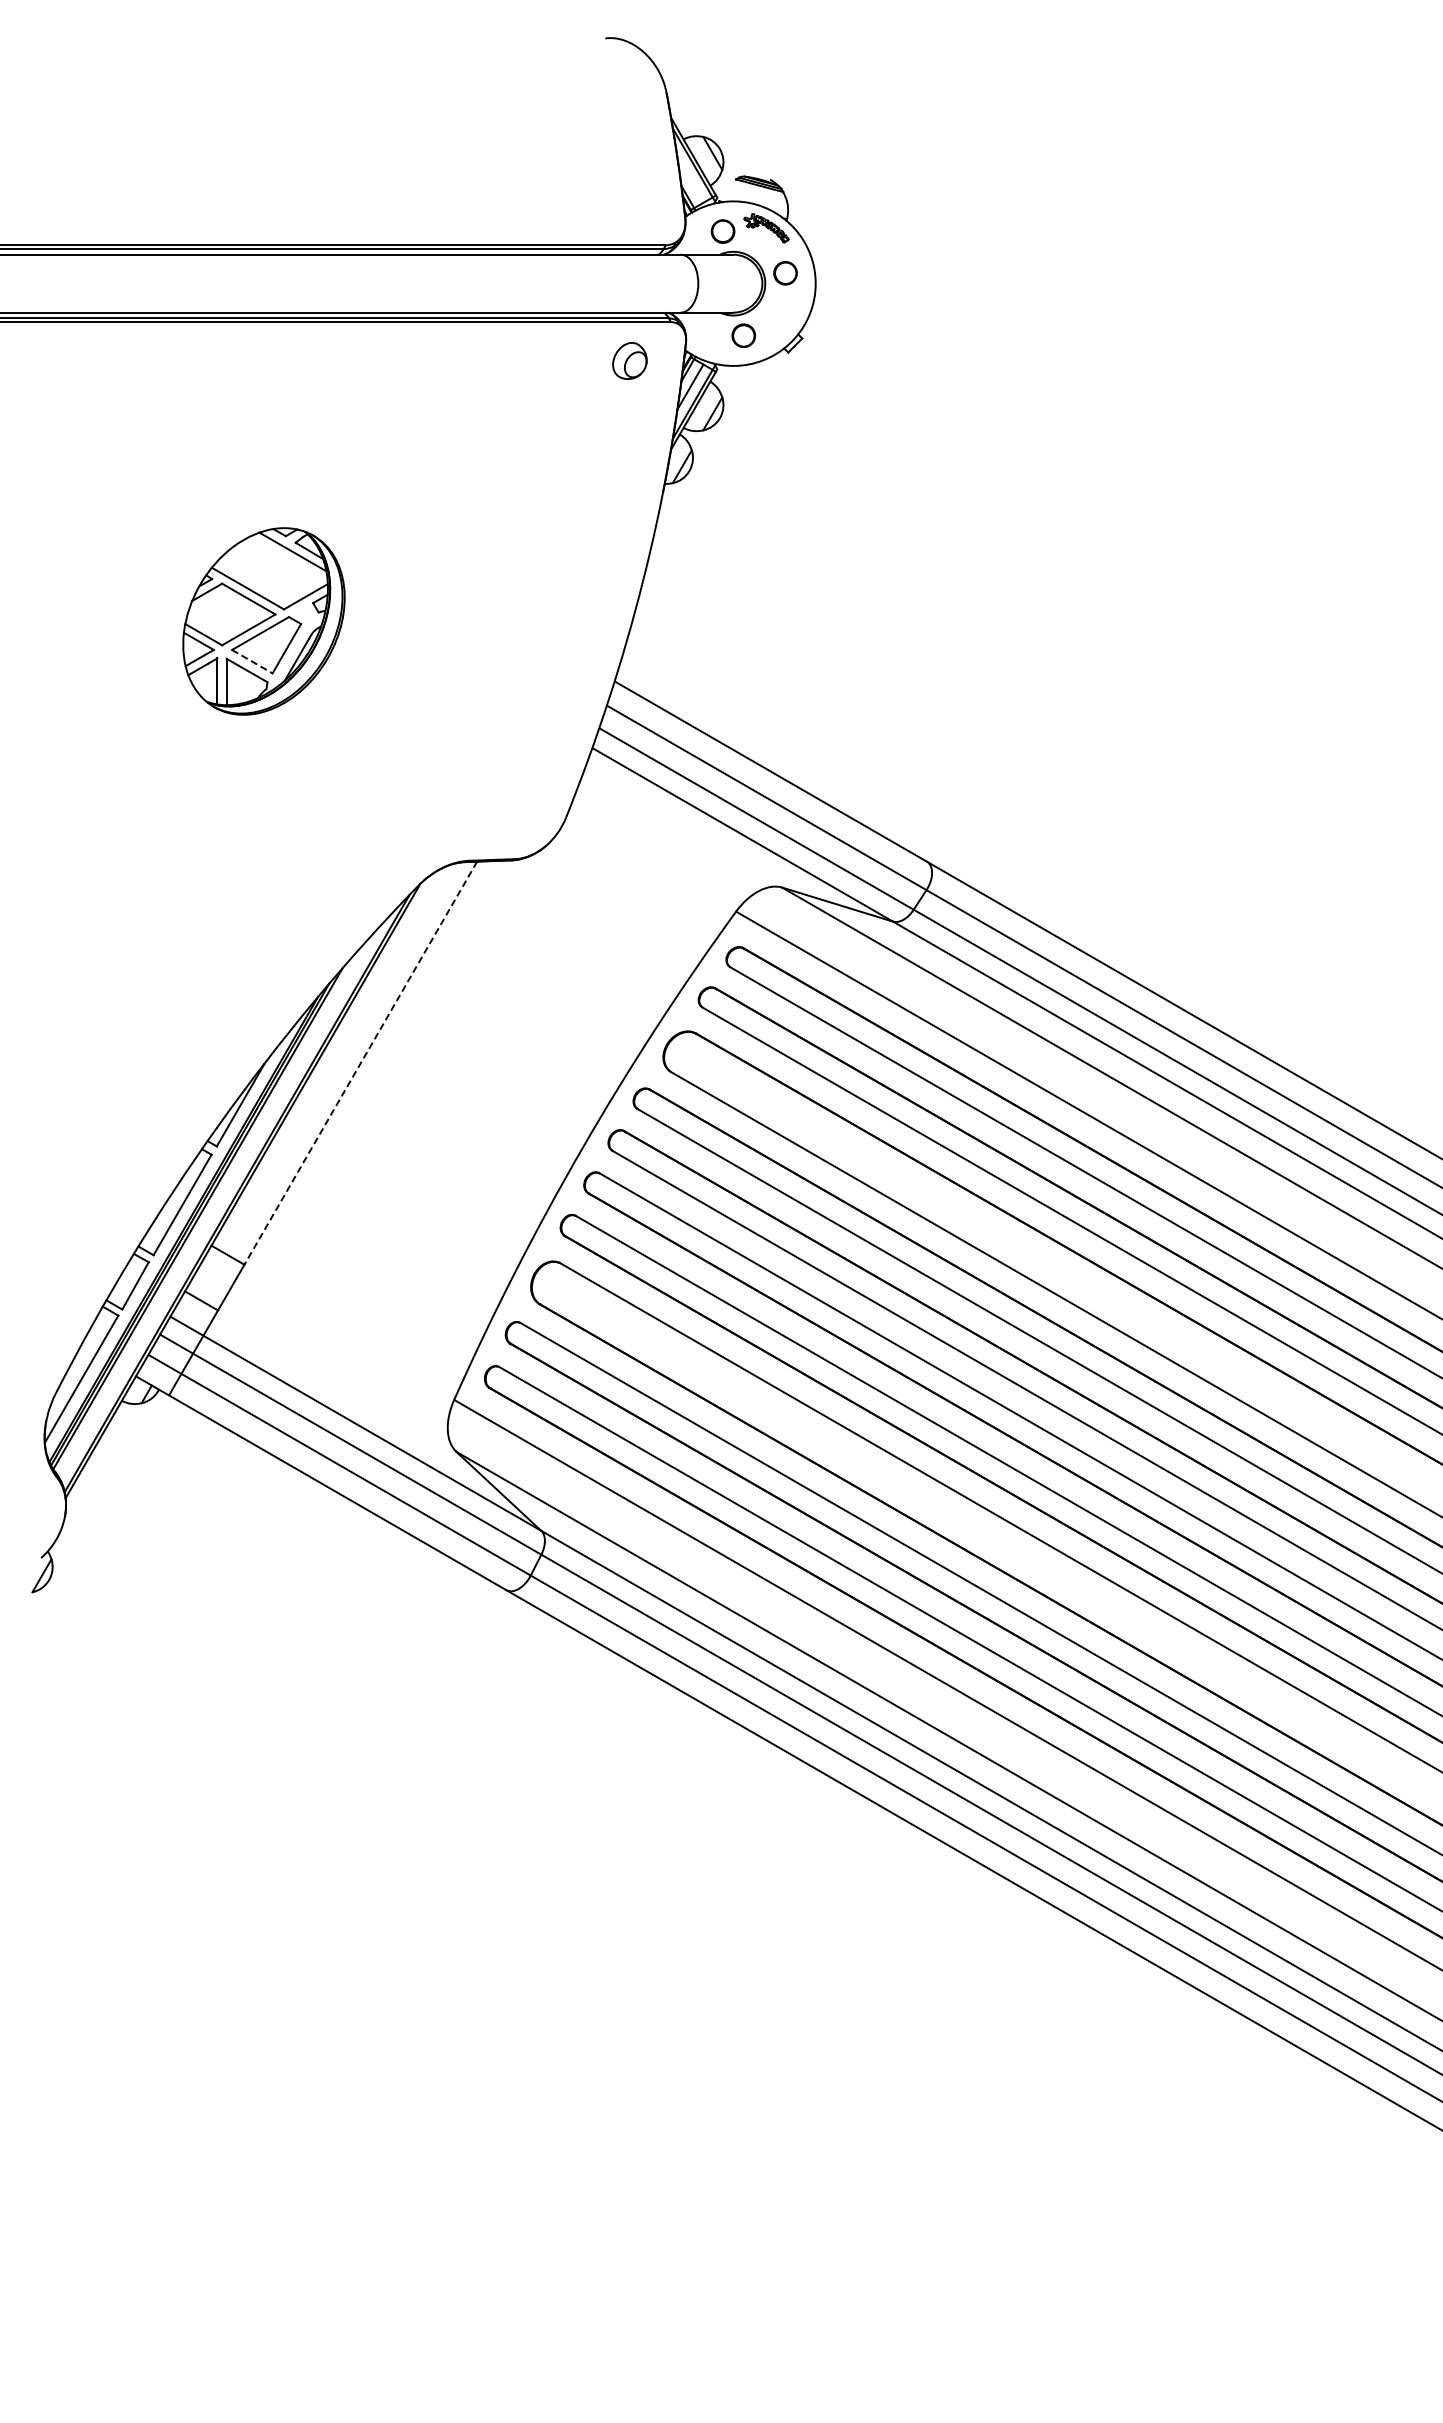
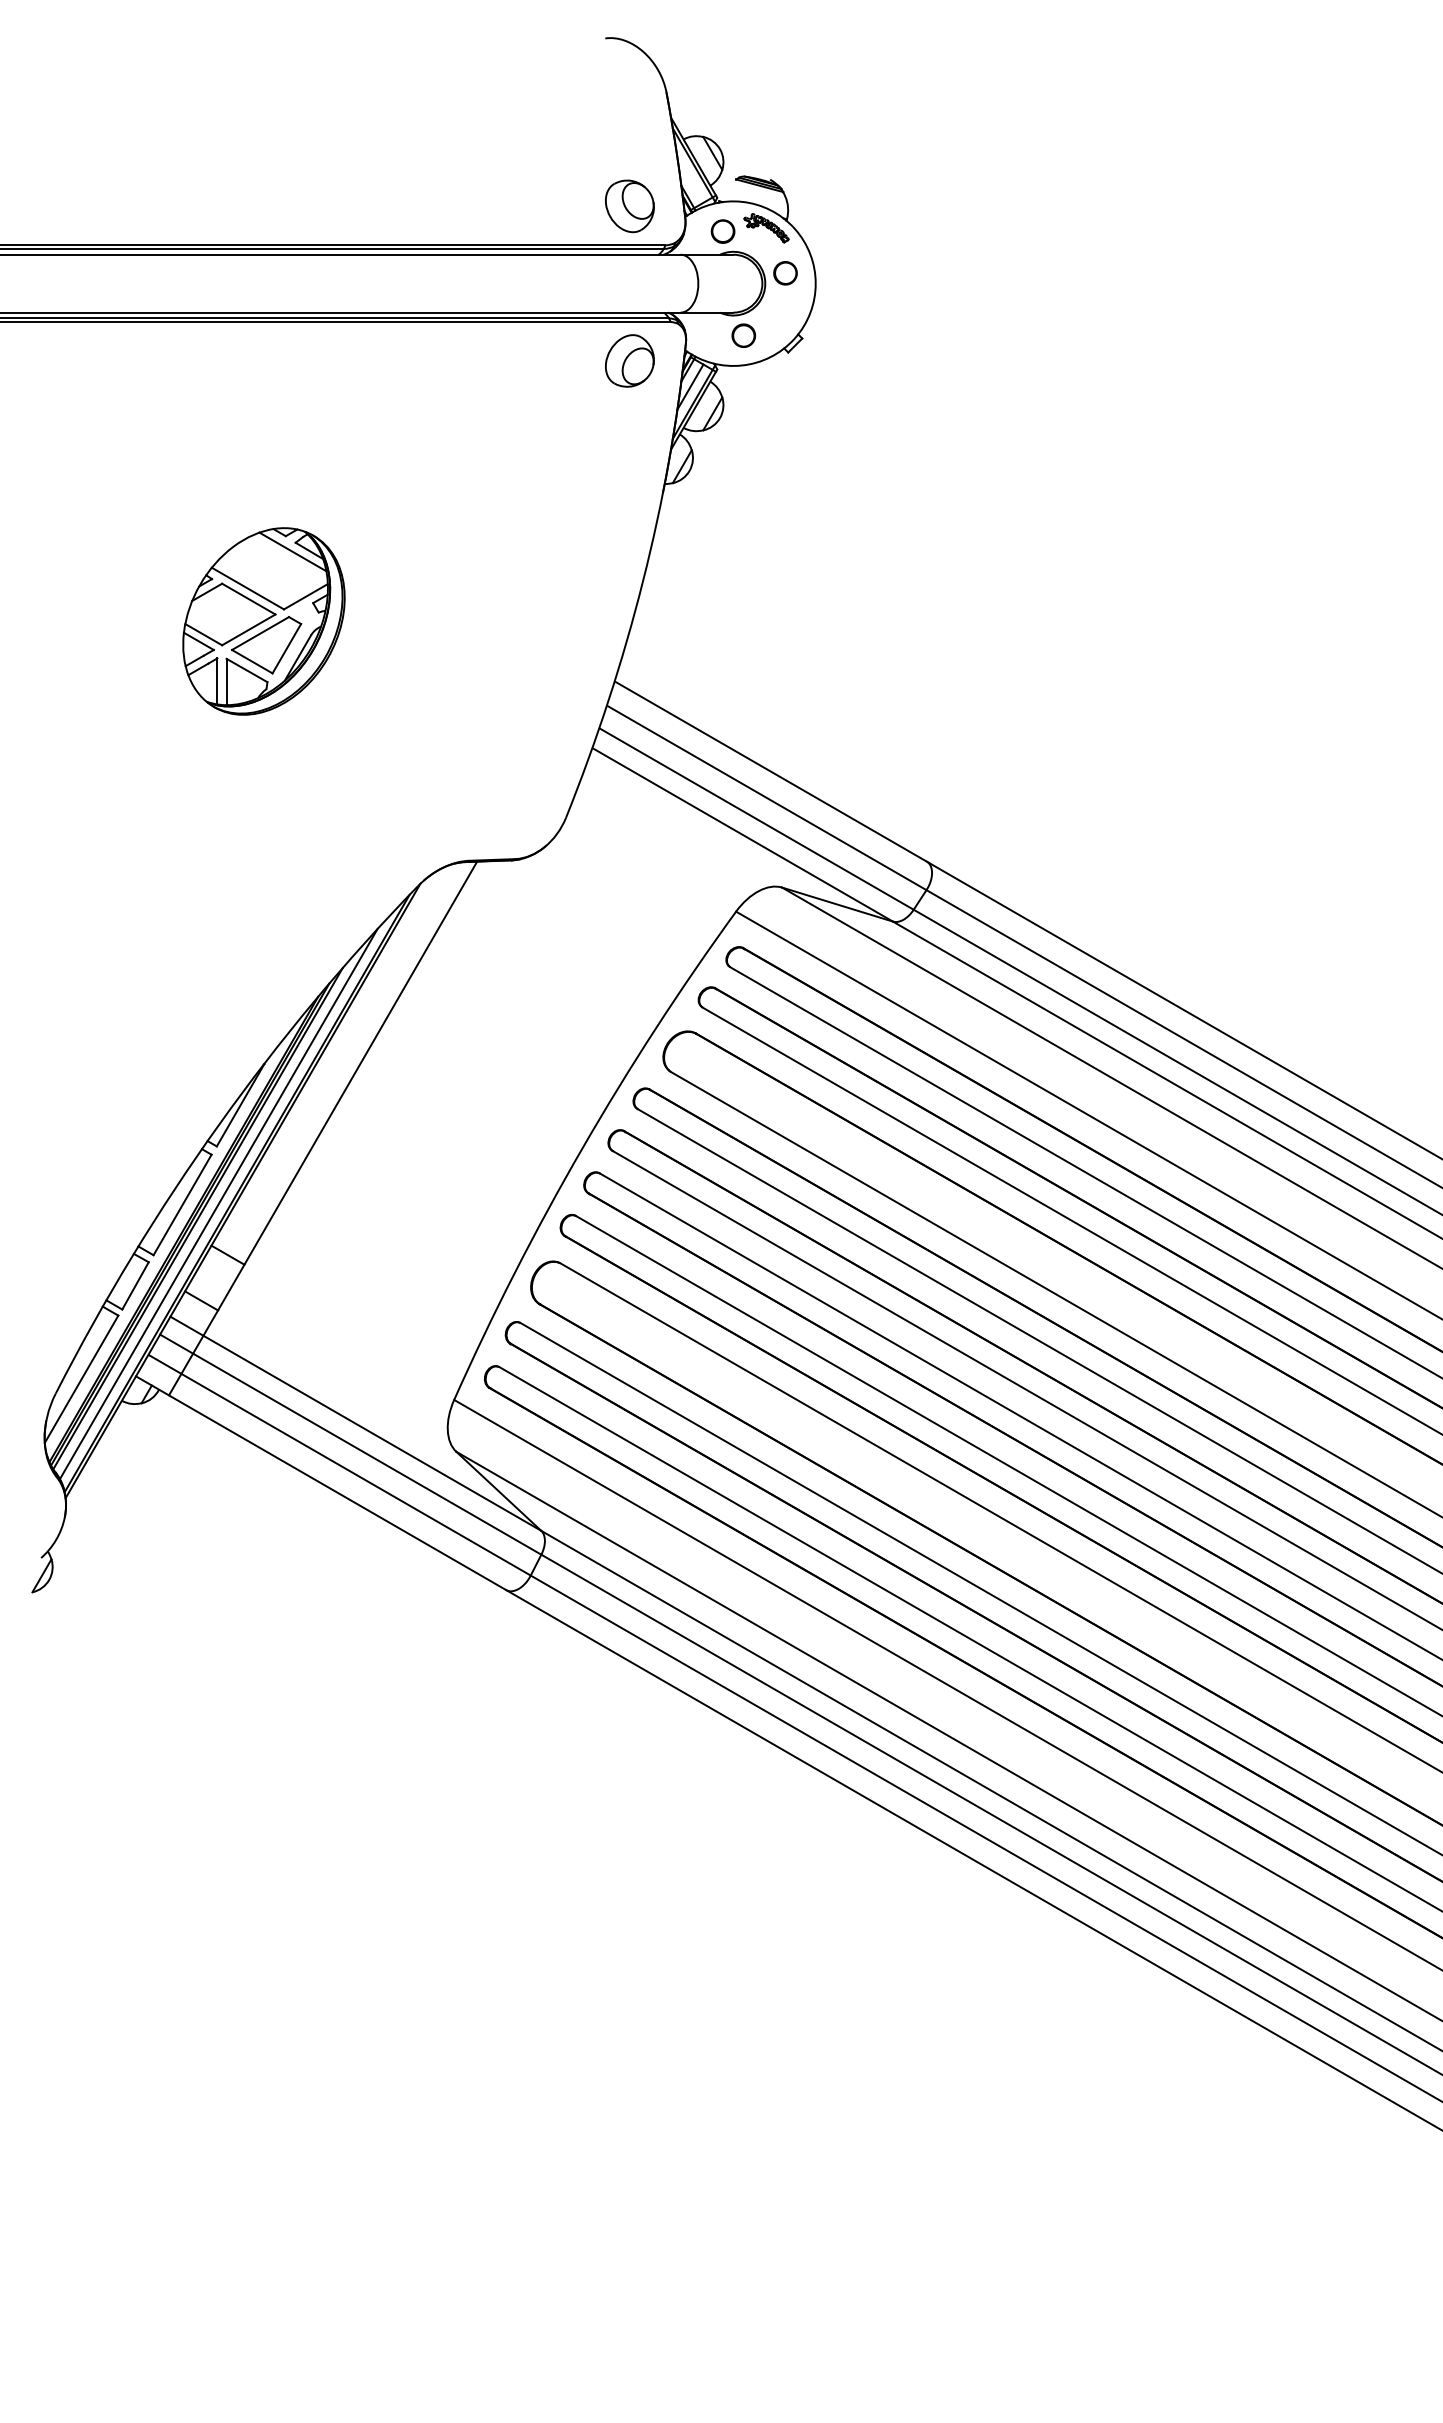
part at (629, 206): none -> present
part at (629, 360) size: 36x38 px -> 50x54 px
line at (252, 661): dashed -> solid
line at (360, 1063): dashed -> solid
line at (218, 1203): none -> present
